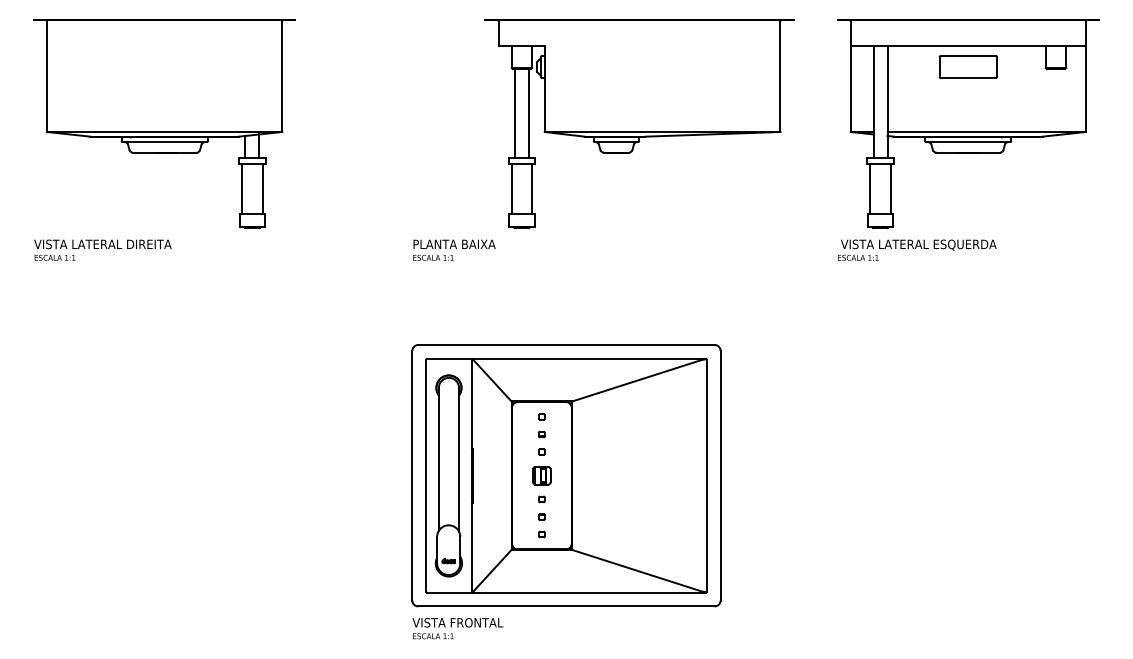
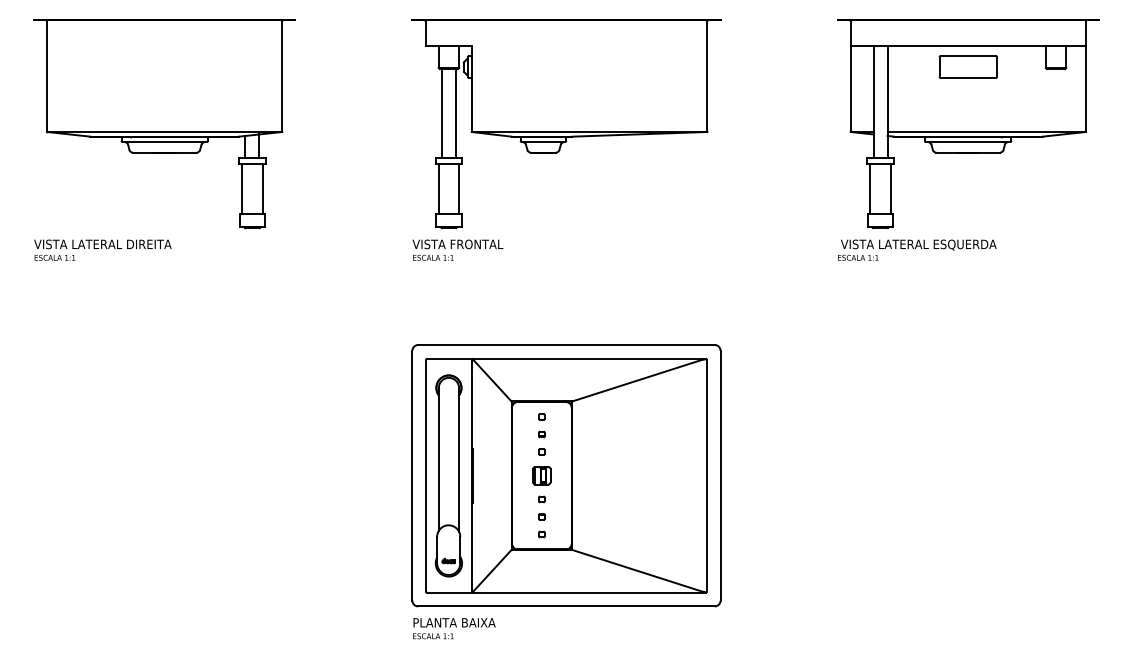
part at (639, 124) position: (639, 124) -> (566, 124)
text at (457, 244): PLANTA BAIXA -> VISTA FRONTAL
text at (457, 622): VISTA FRONTAL -> PLANTA BAIXA
